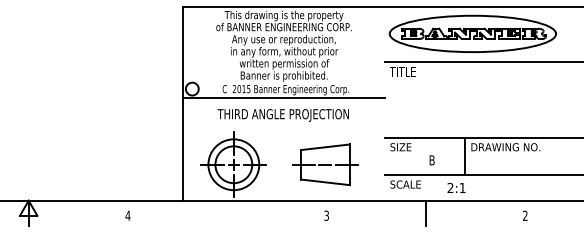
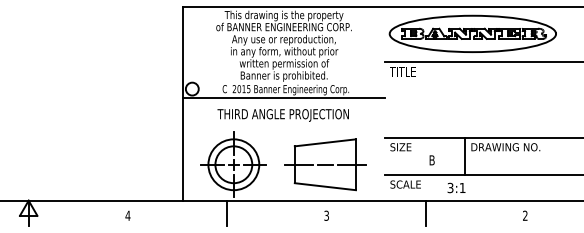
part at (325, 164) size: 67x44 px -> 83x54 px
text at (450, 188): 2:1 -> 3:1
line at (227, 212): none -> present
